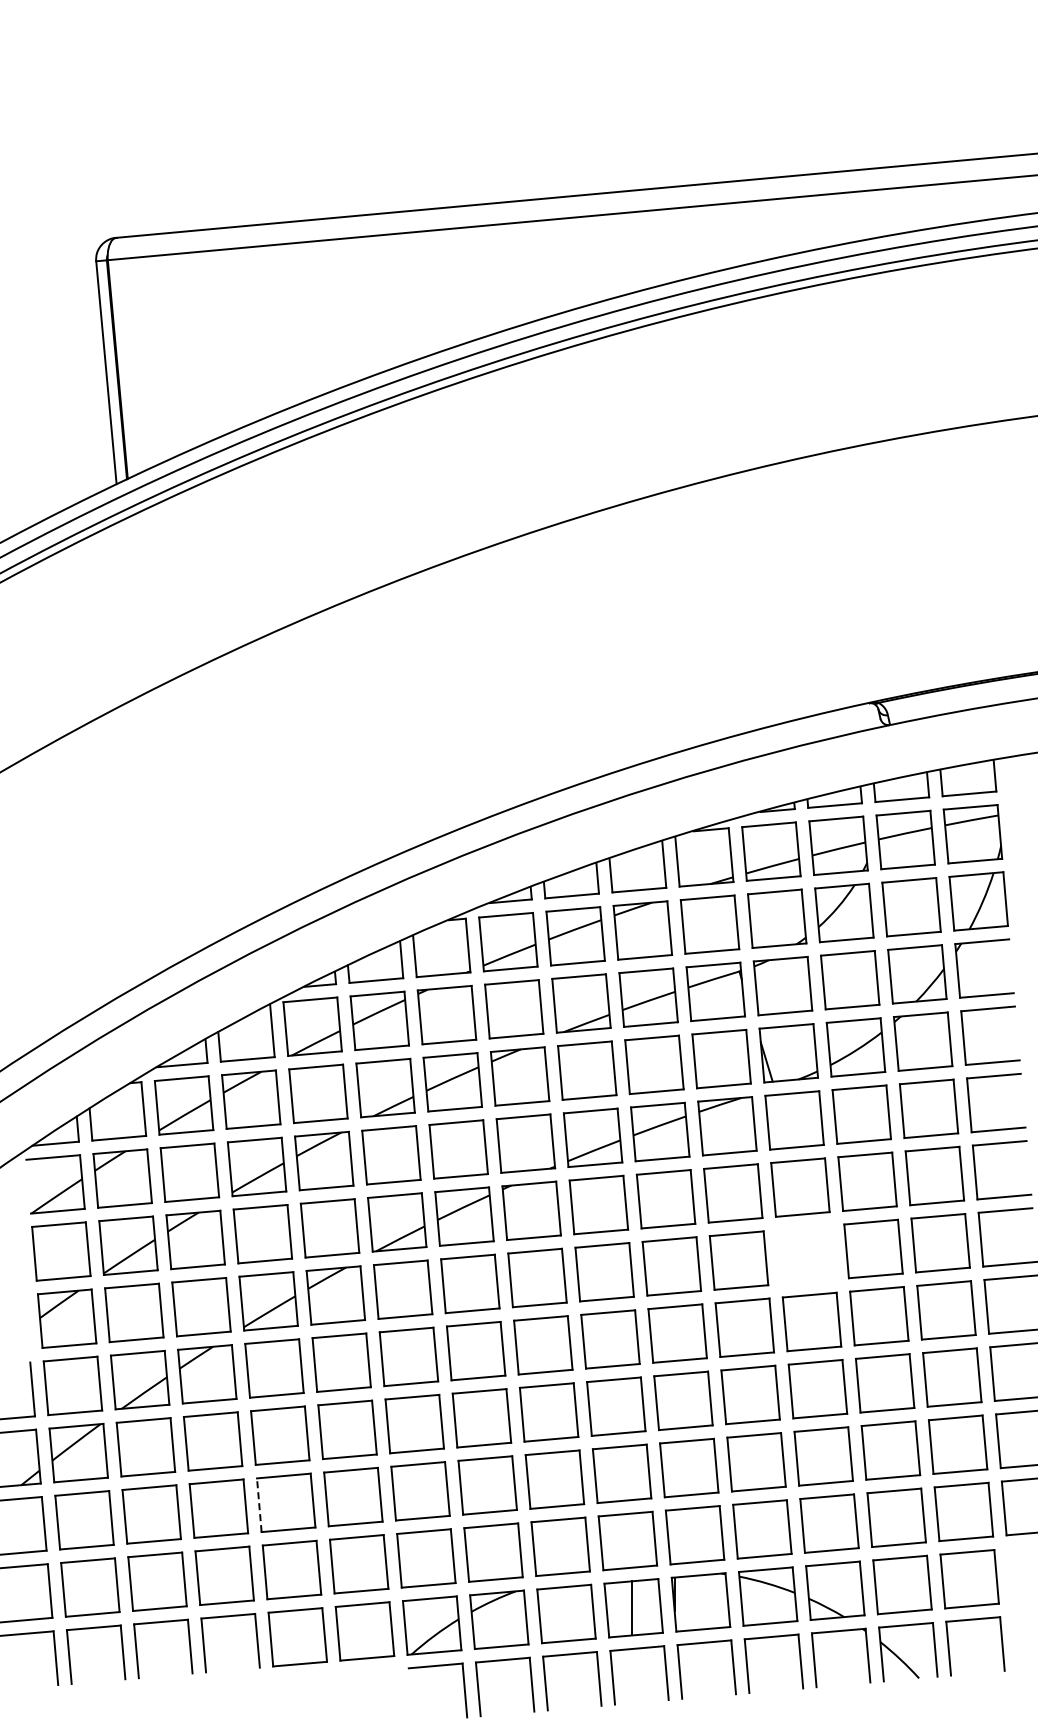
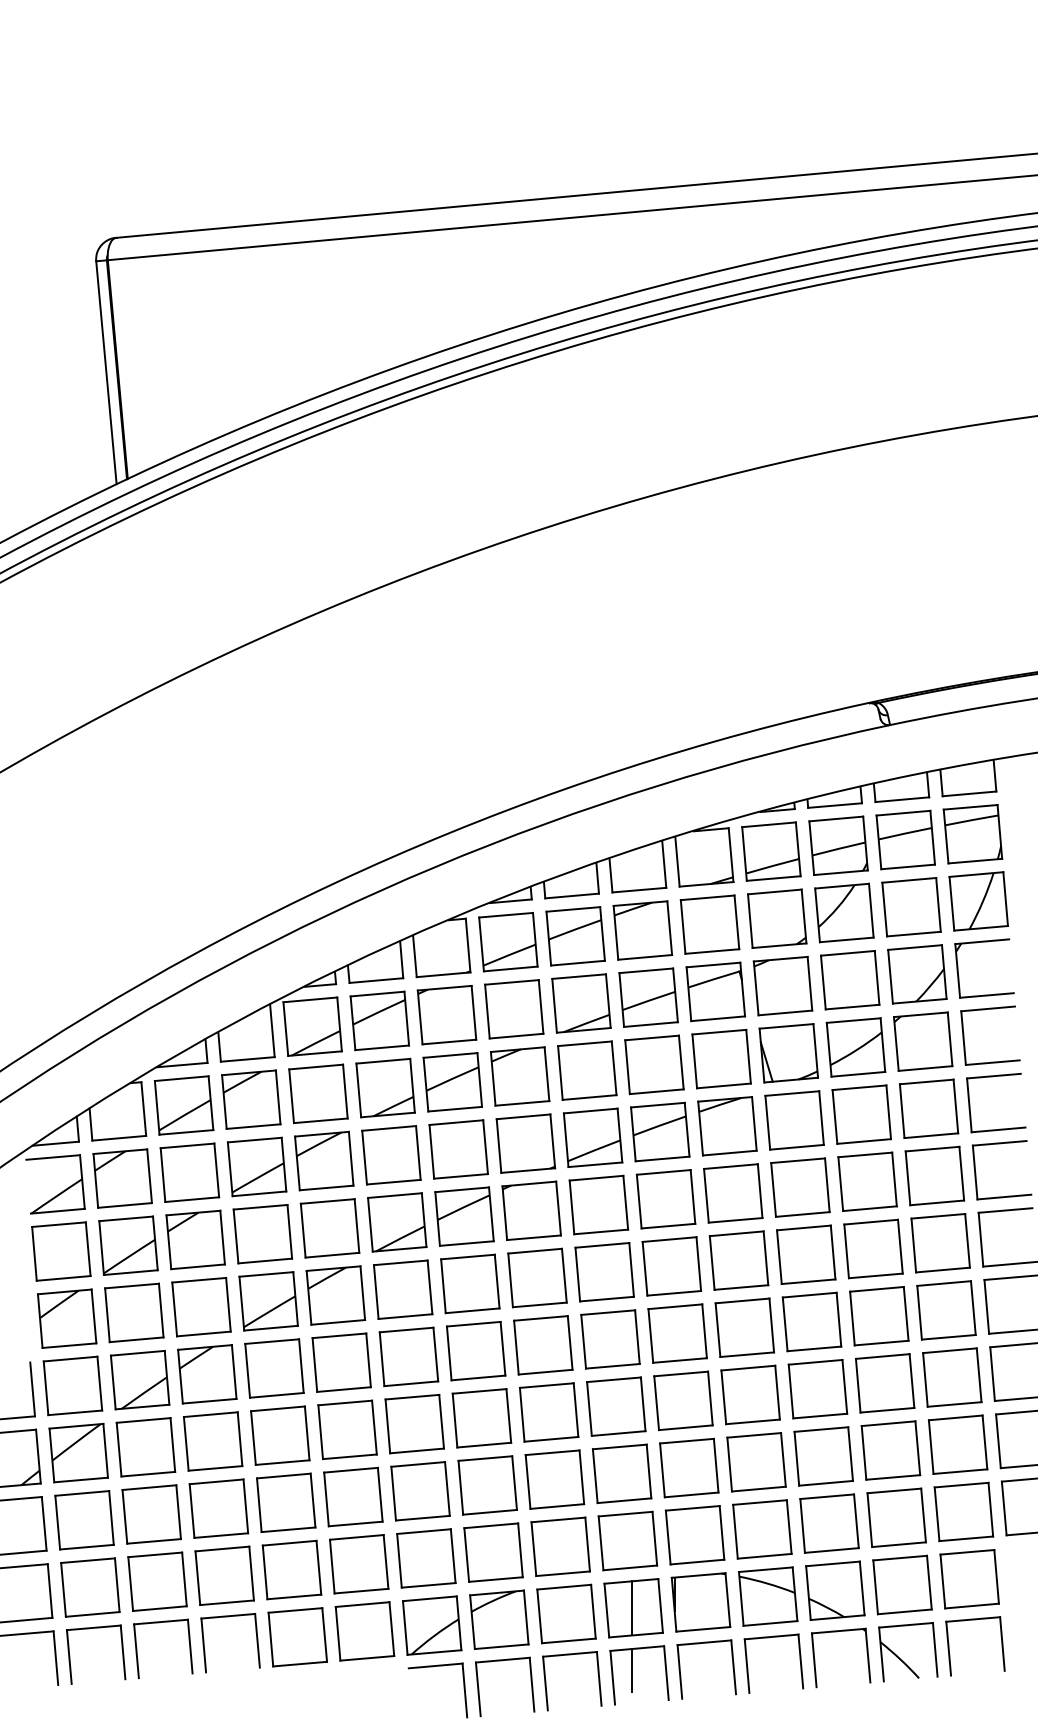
part at (806, 1254): none -> present
line at (259, 1505): dashed -> solid
line at (632, 1670): none -> present
